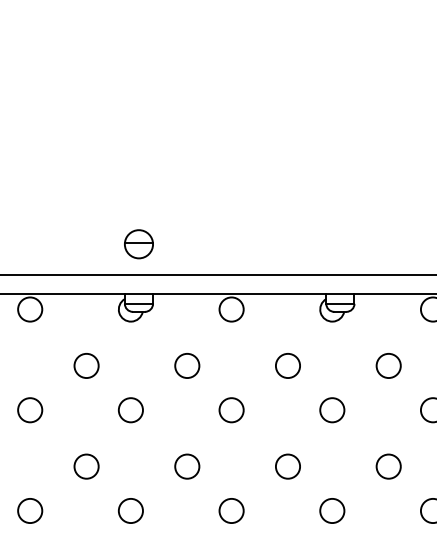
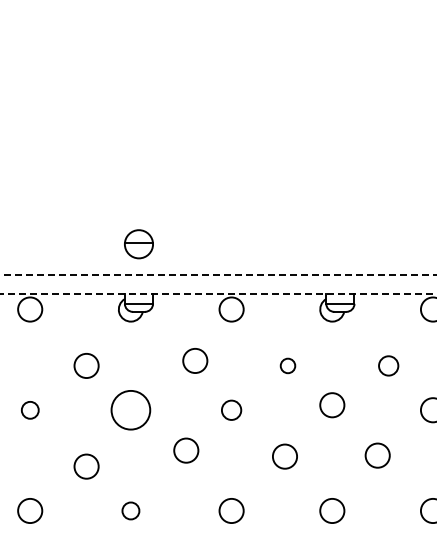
line at (218, 274): solid -> dashed
line at (218, 294): solid -> dashed
circle at (187, 365) position: (187, 365) -> (195, 360)
circle at (287, 365) size: 26x26 px -> 18x18 px
circle at (388, 365) size: 27x26 px -> 22x22 px
circle at (30, 410) size: 27x27 px -> 19x19 px
circle at (130, 410) diameter: 24 px -> 39 px
circle at (231, 410) size: 27x27 px -> 22x22 px
circle at (332, 410) position: (332, 410) -> (332, 405)
circle at (187, 466) position: (187, 466) -> (186, 450)
circle at (287, 466) position: (287, 466) -> (284, 456)
circle at (388, 466) position: (388, 466) -> (377, 455)
circle at (130, 510) size: 26x26 px -> 20x20 px
